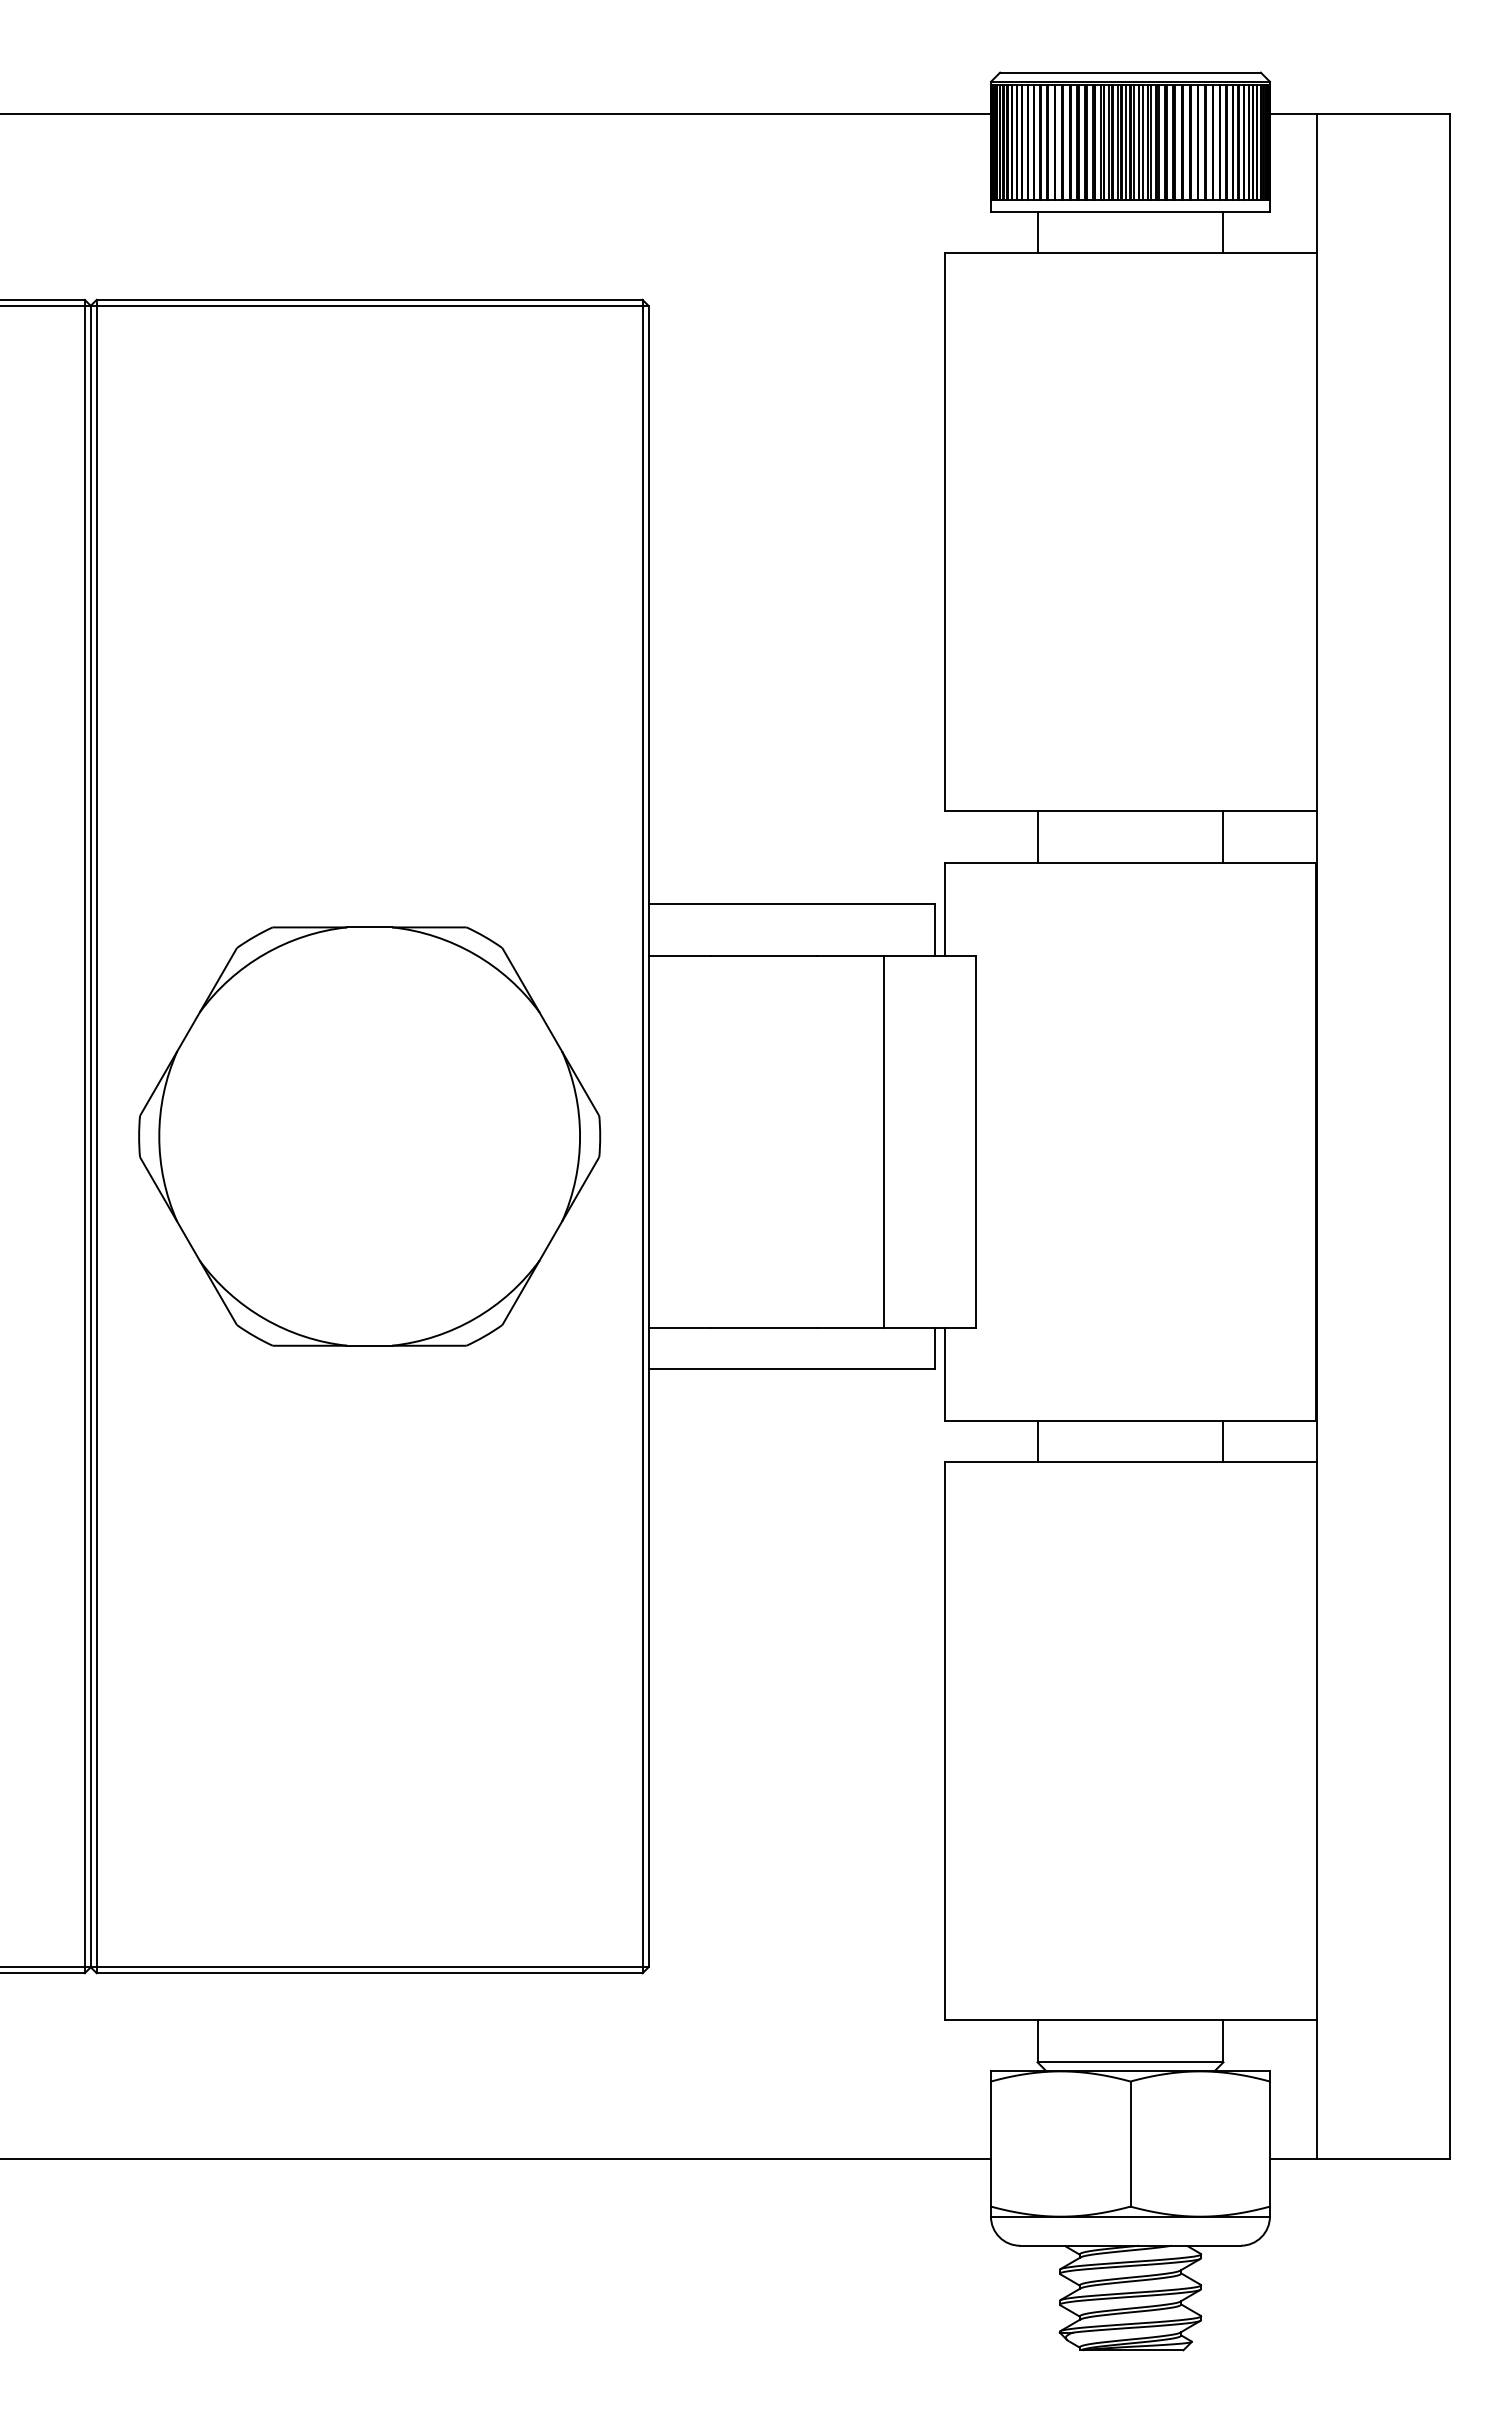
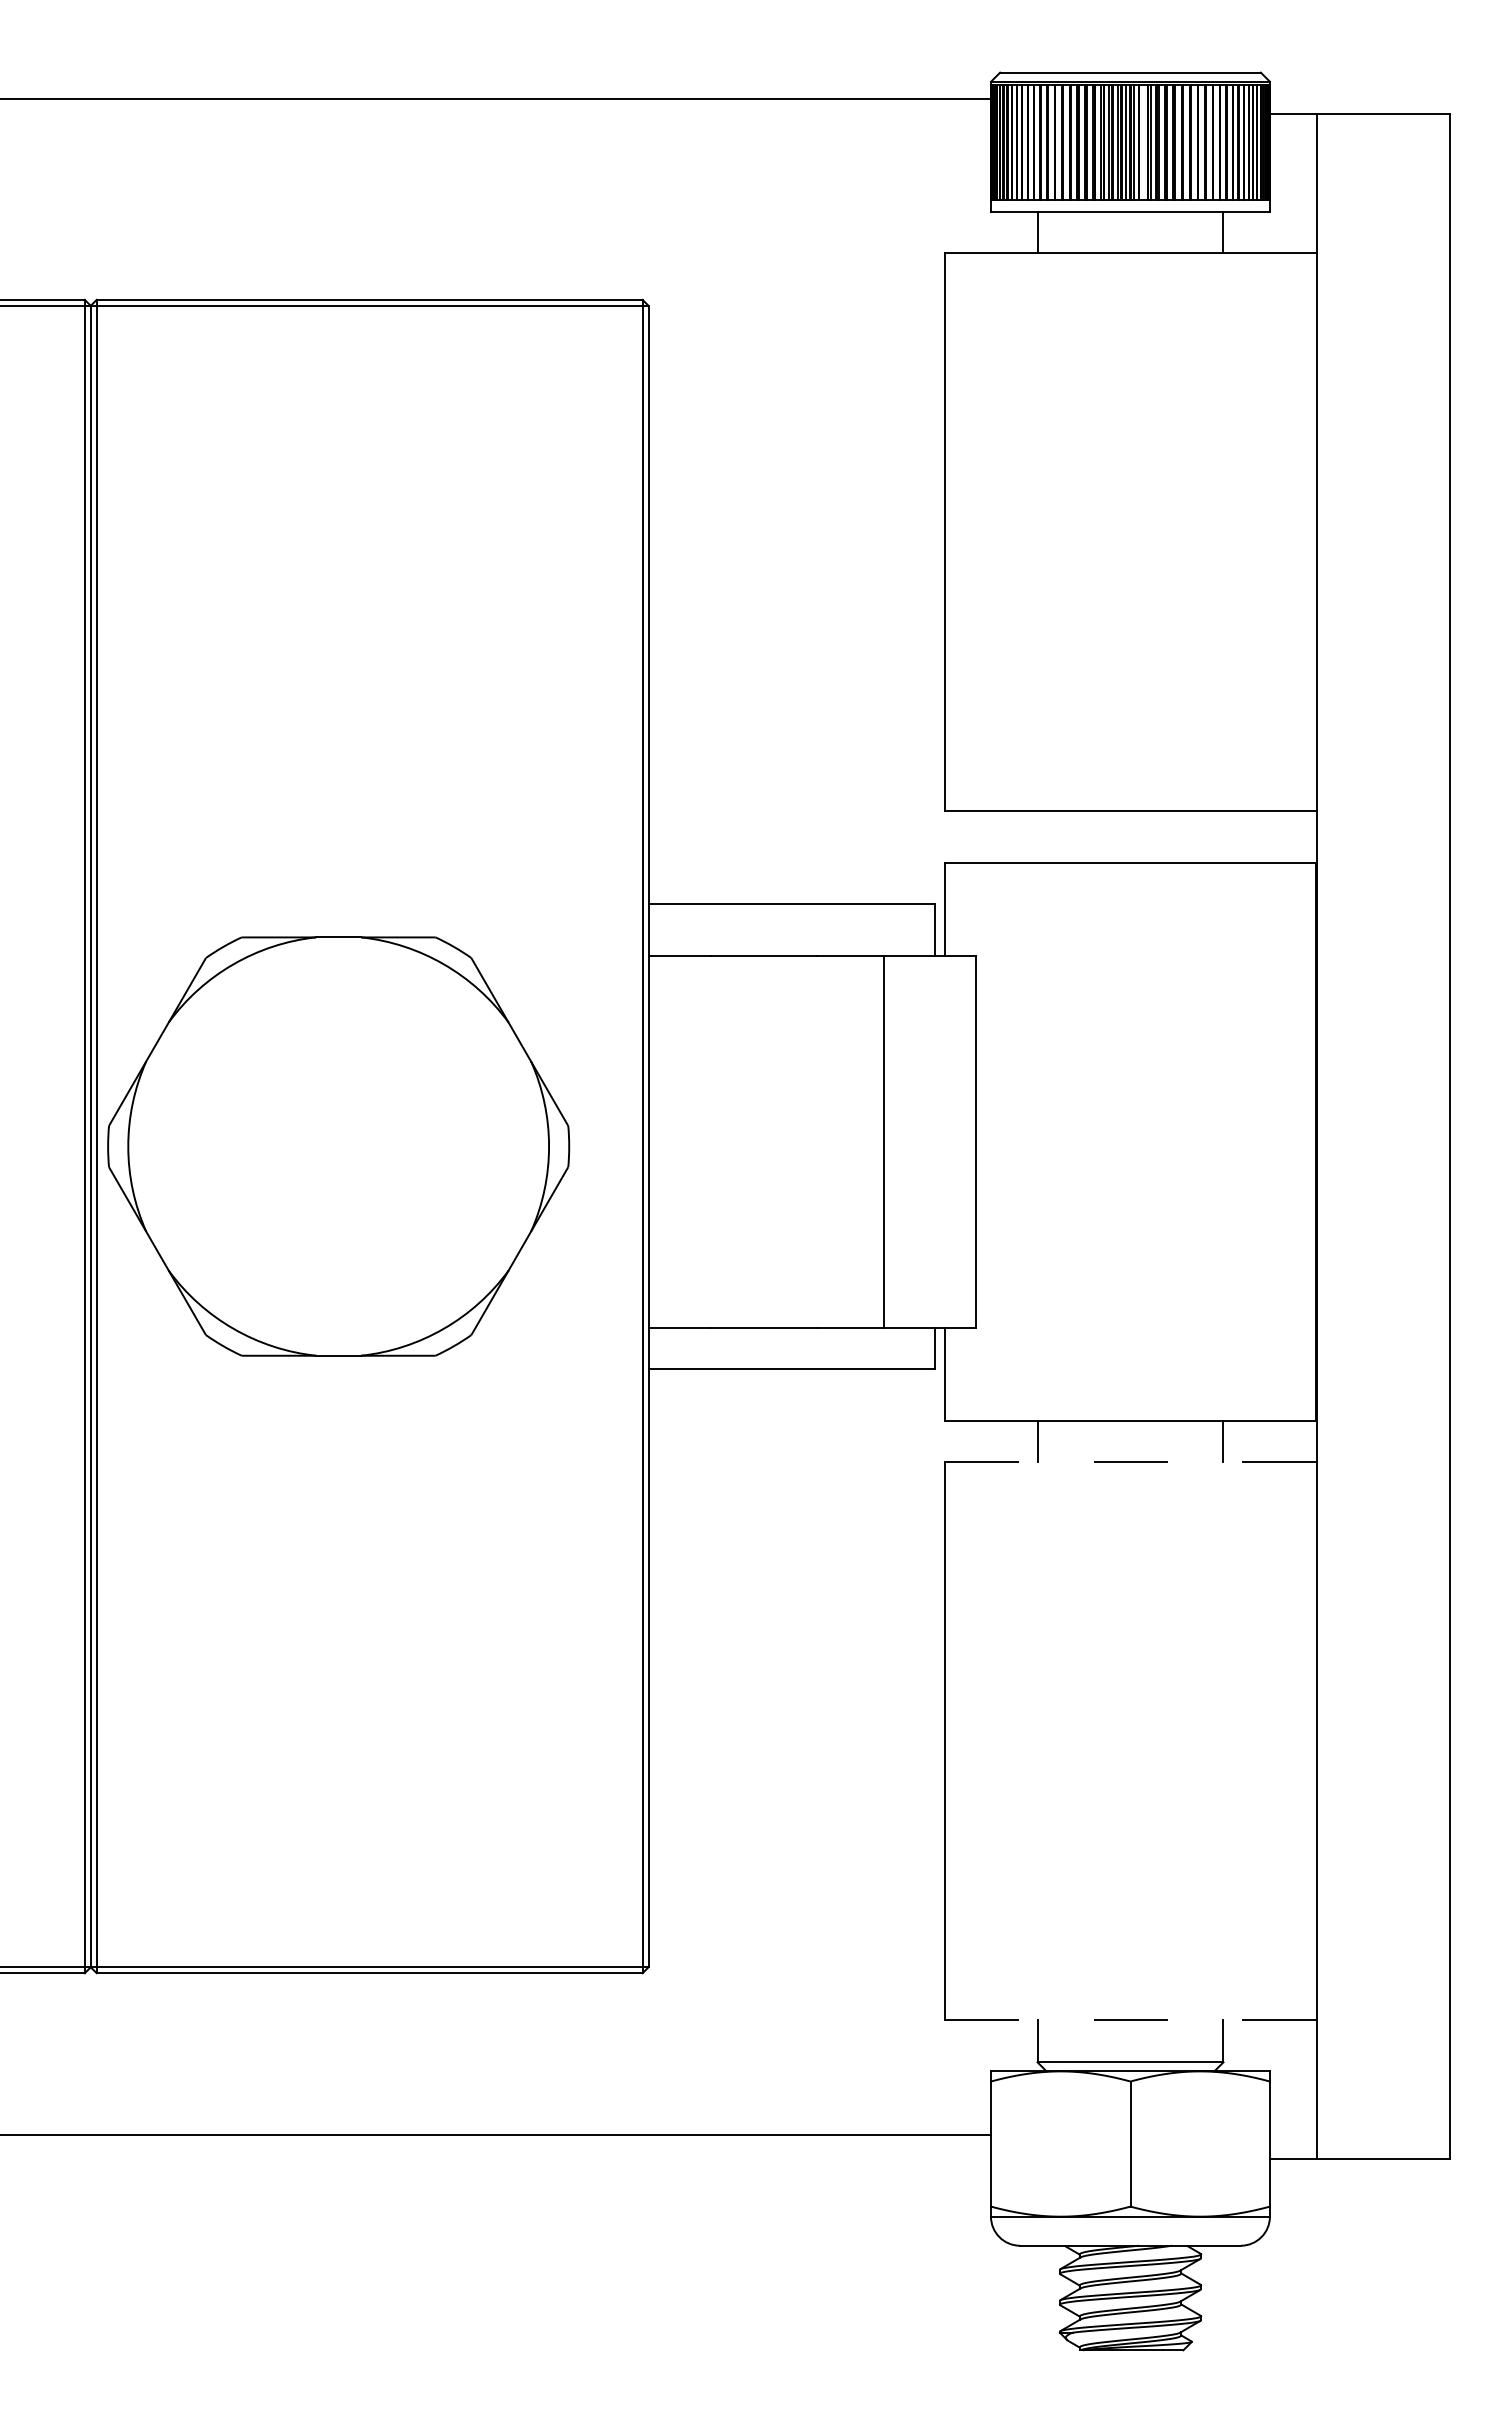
line at (496, 113) position: (496, 113) -> (496, 98)
line at (1142, 142): present -> none
line at (1037, 836): present -> none
line at (1223, 836): present -> none
part at (369, 1136) position: (369, 1136) -> (338, 1146)
line at (1130, 1461): solid -> dashed
line at (1130, 2019): solid -> dashed
line at (496, 2159) position: (496, 2159) -> (496, 2135)
